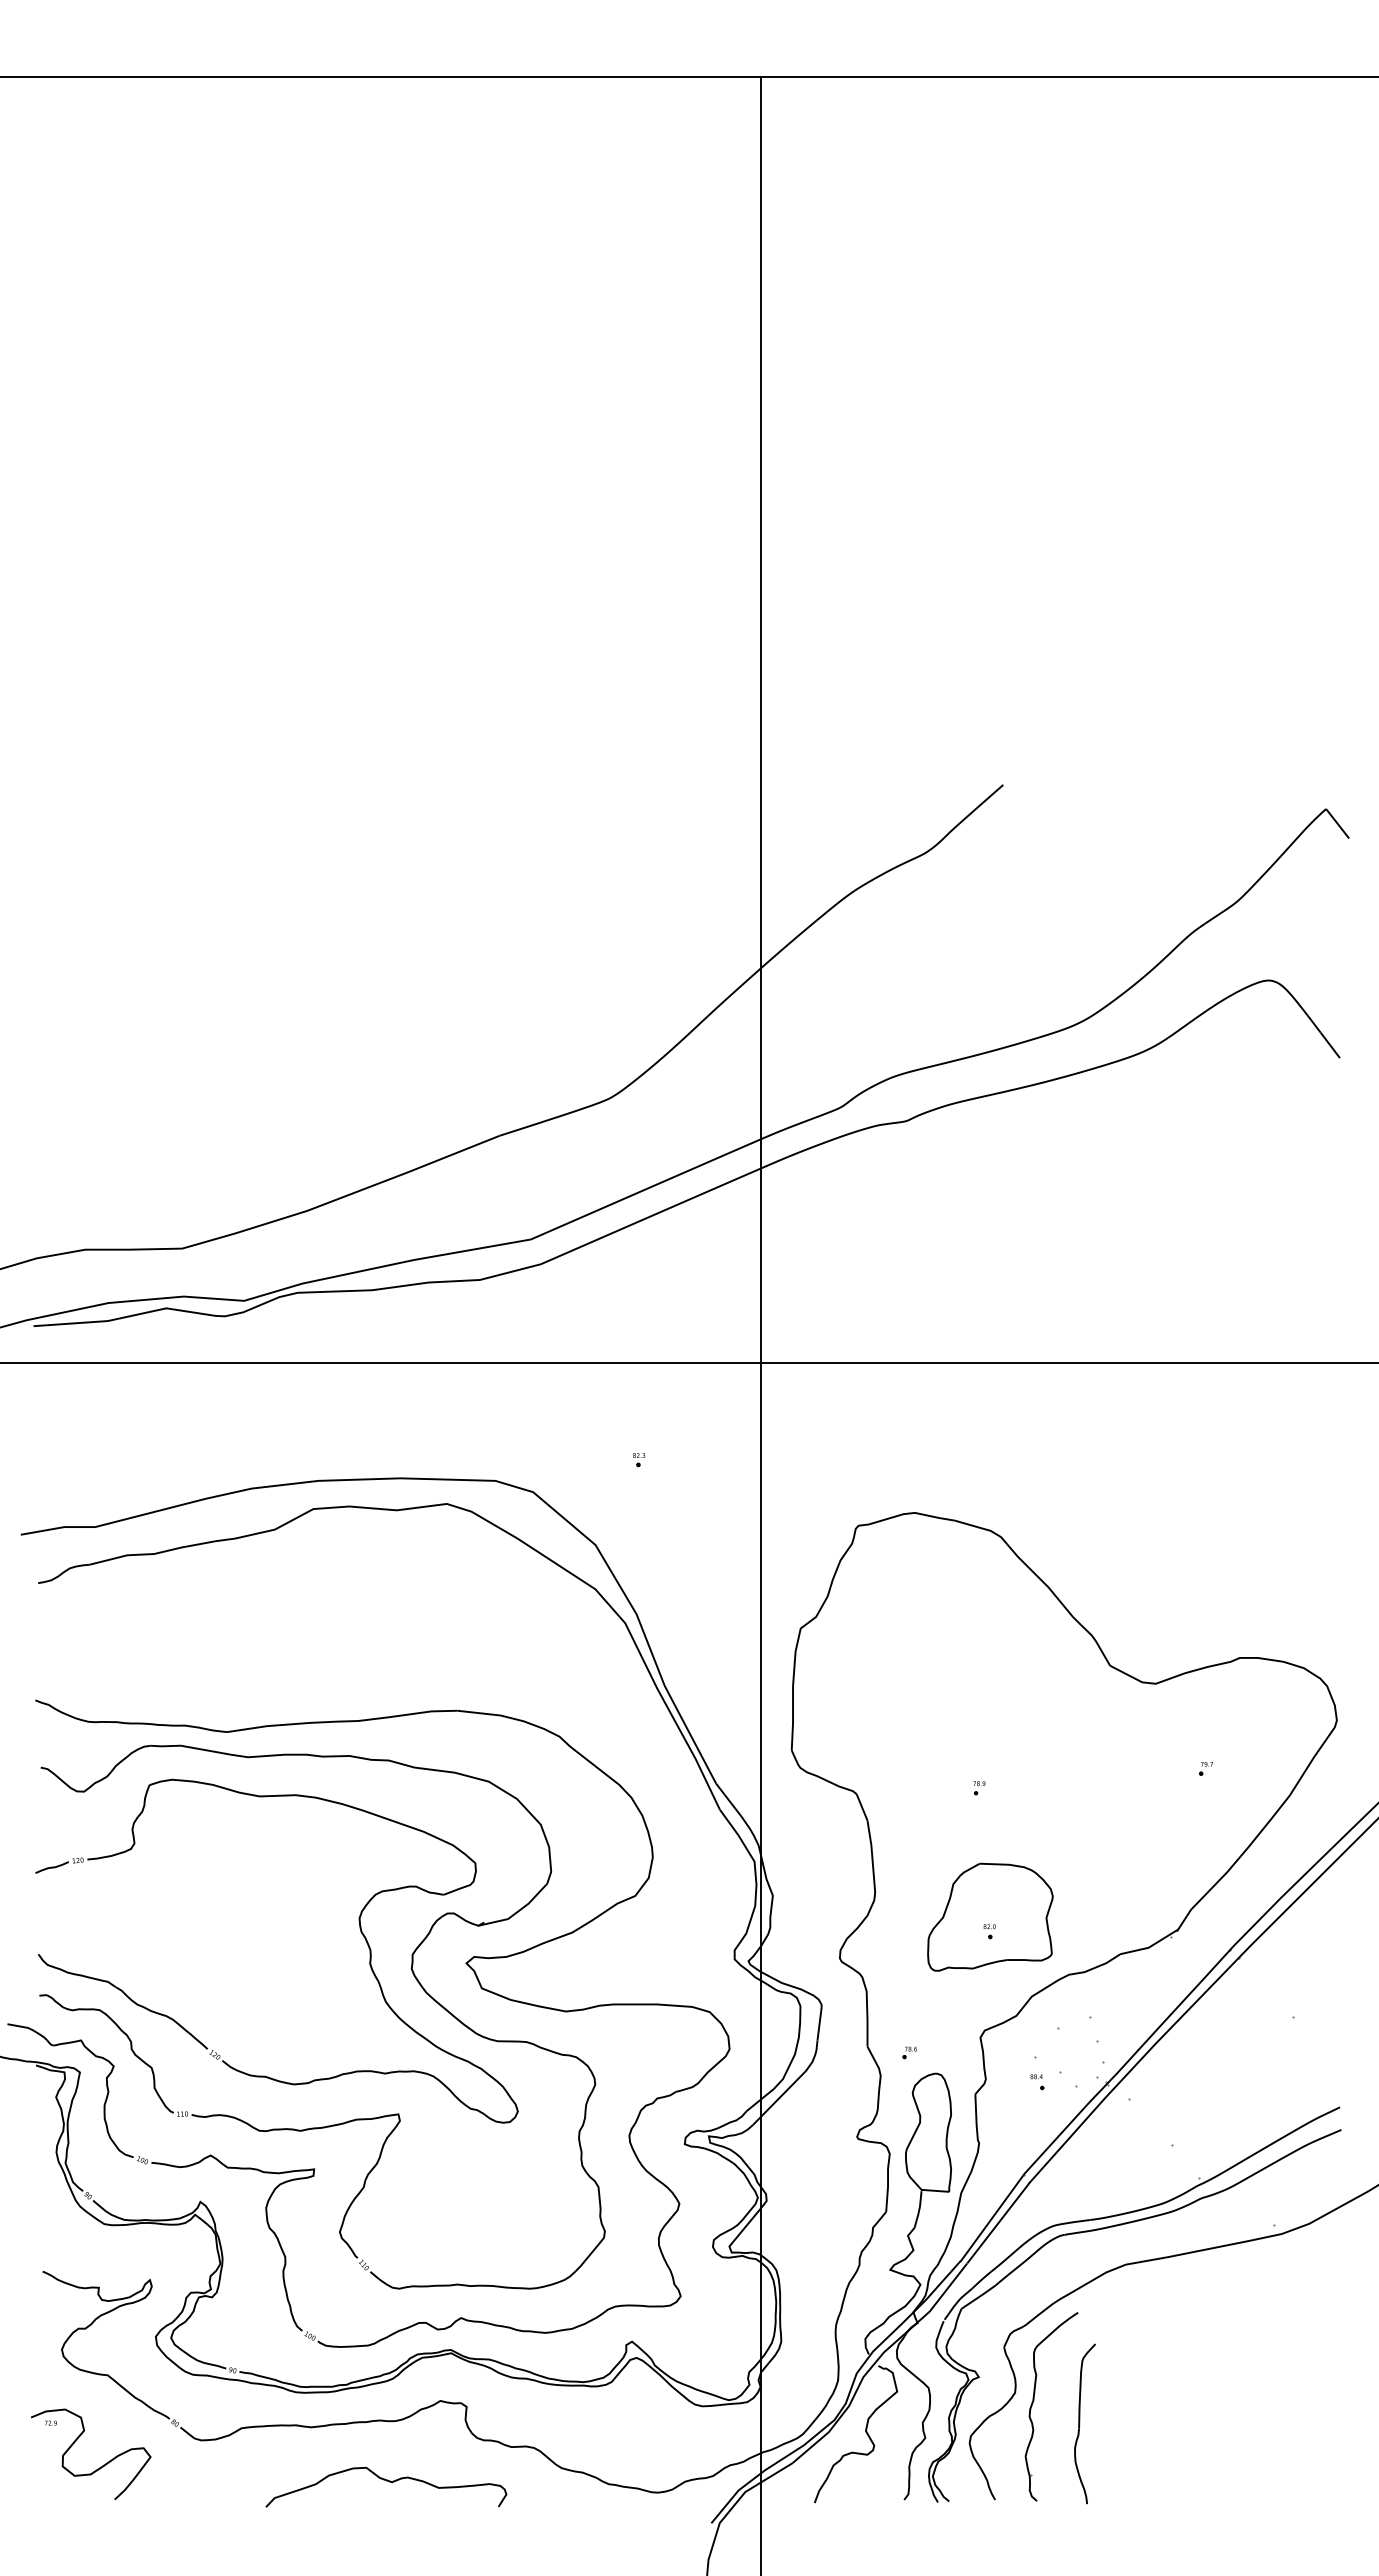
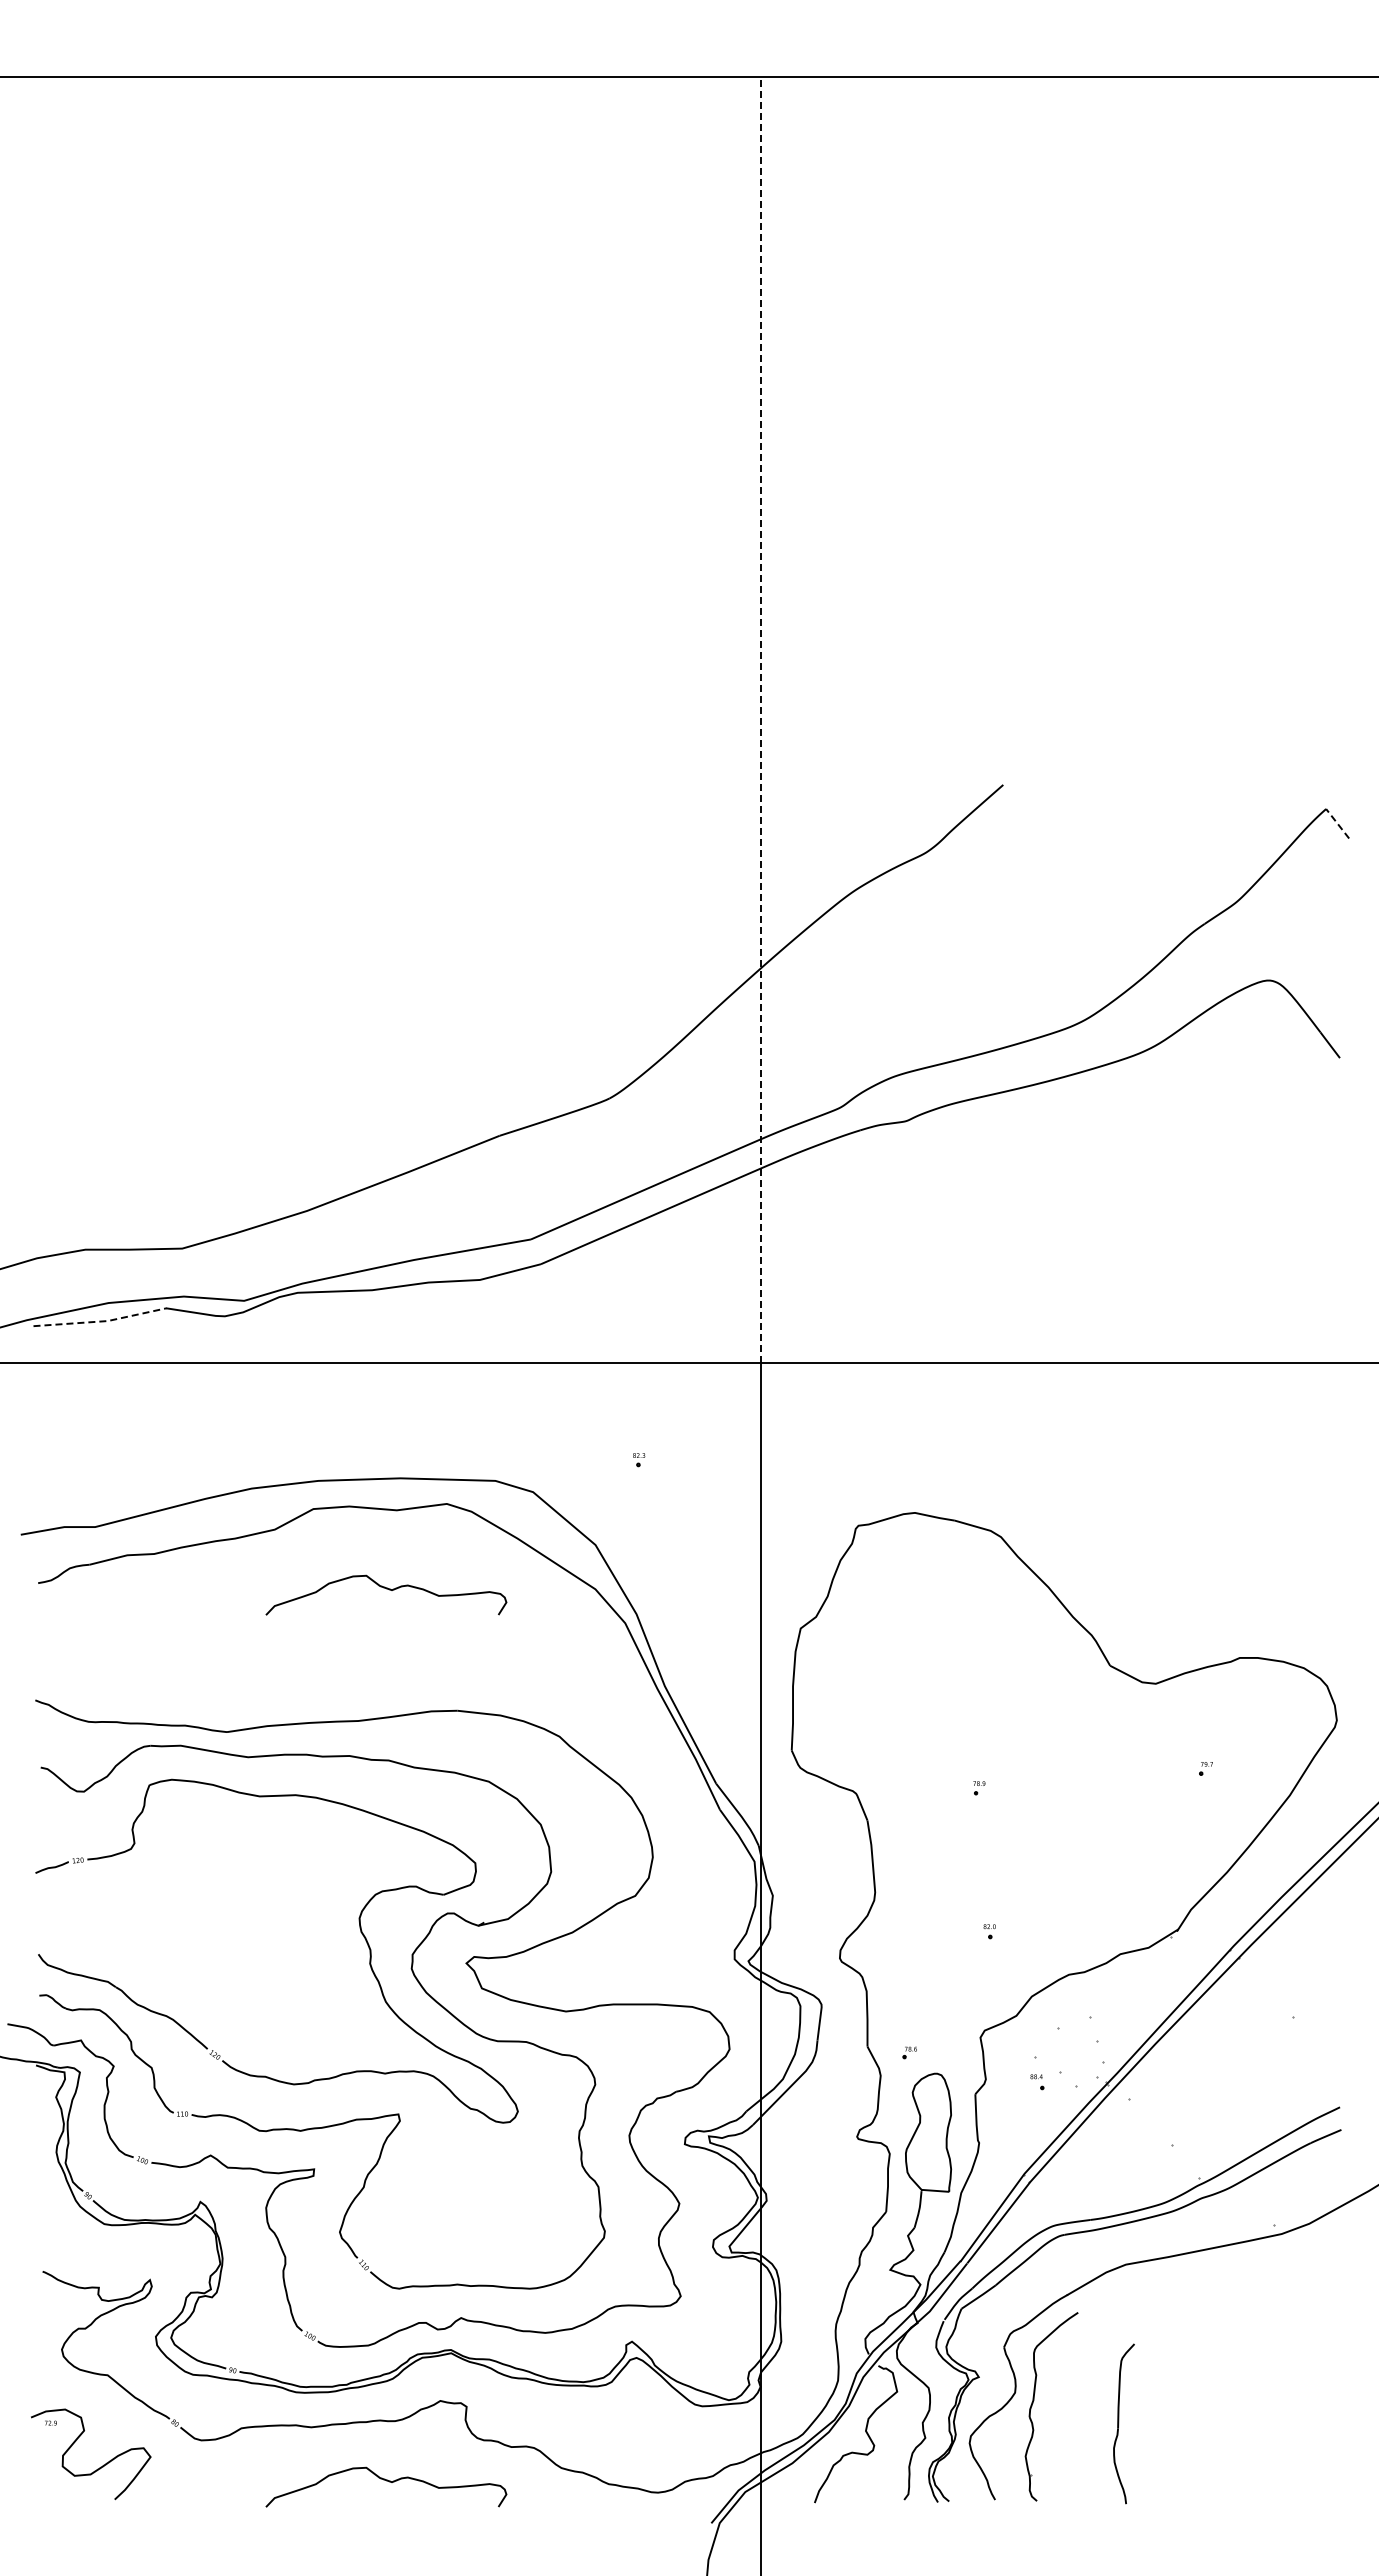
line at (760, 720): solid -> dashed
line at (1337, 823): solid -> dashed
line at (101, 1321): solid -> dashed
curve at (386, 1589): none -> present
part at (990, 1916): present -> none
part at (1084, 2423) position: (1084, 2423) -> (1123, 2423)
